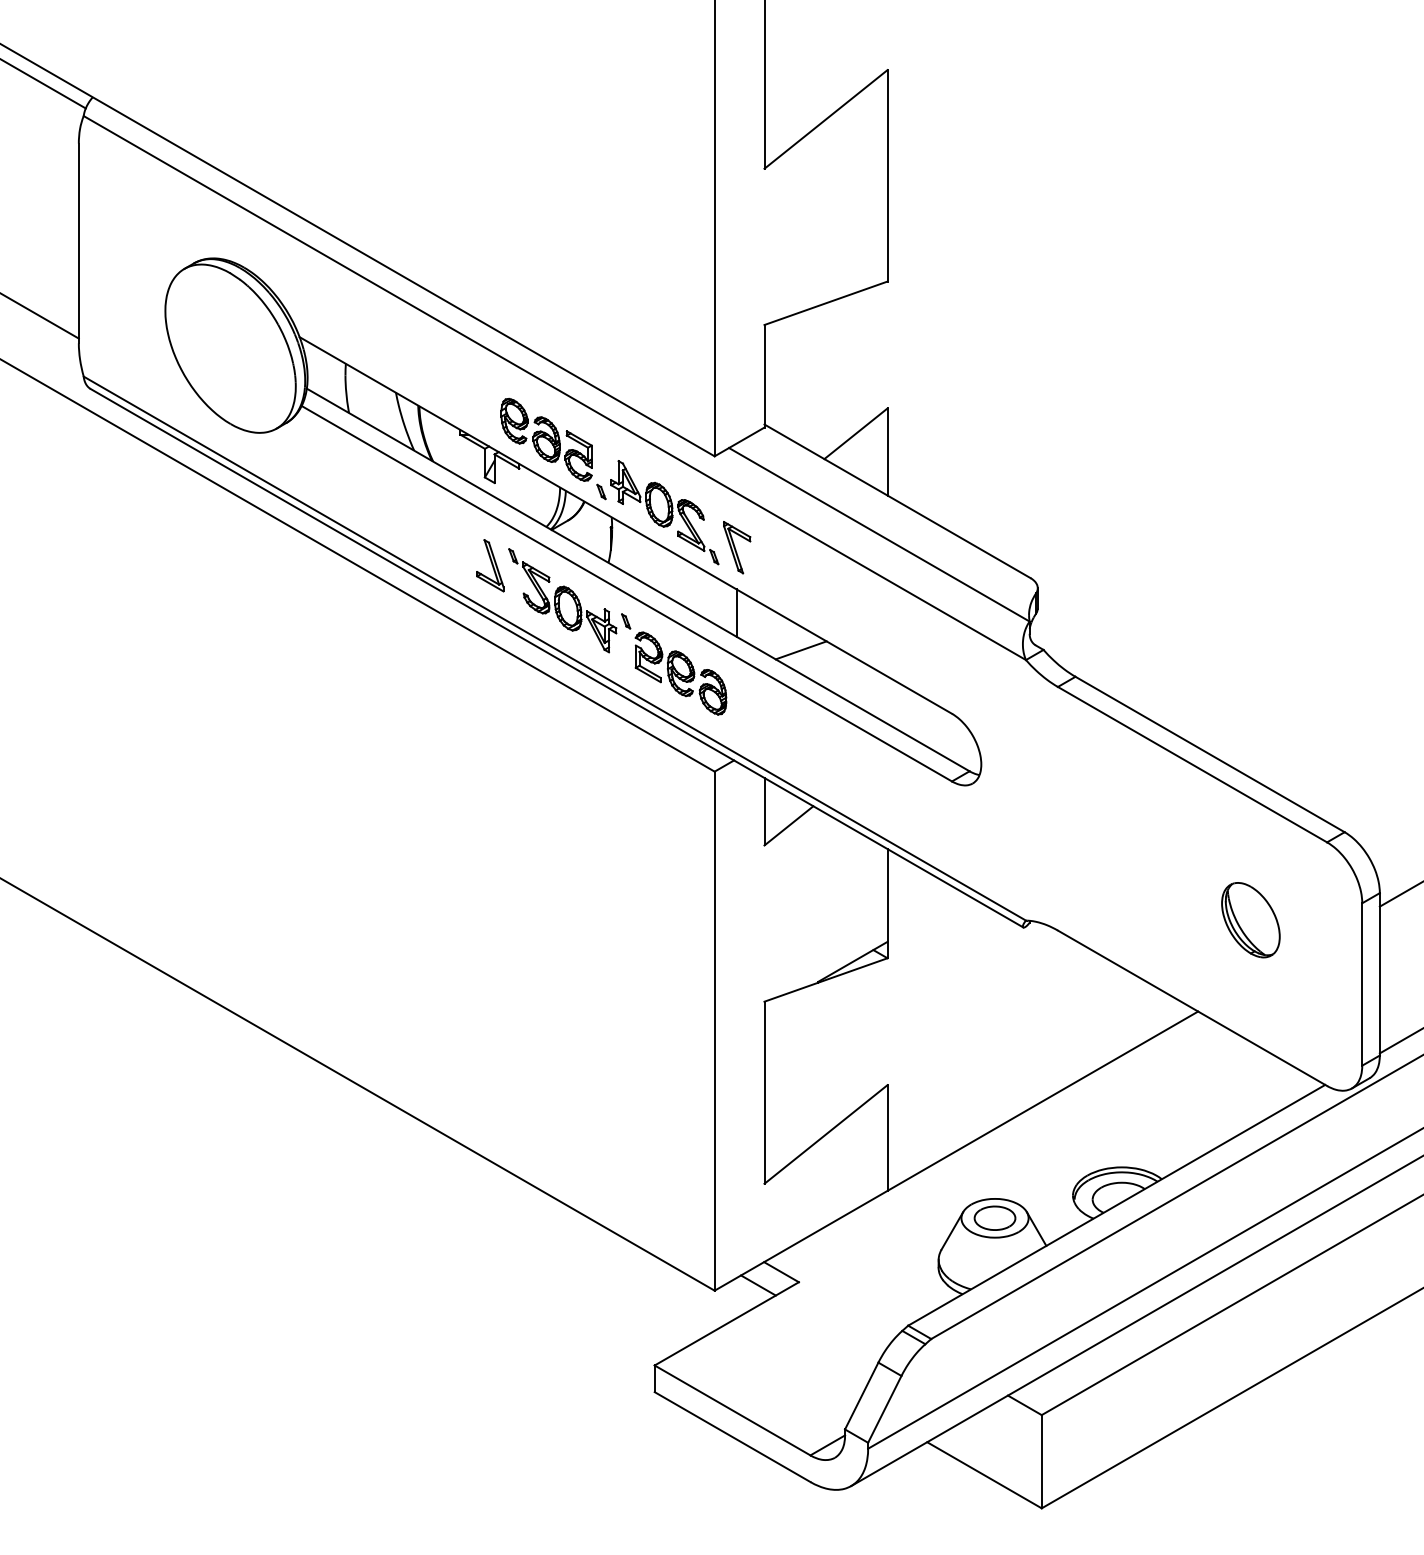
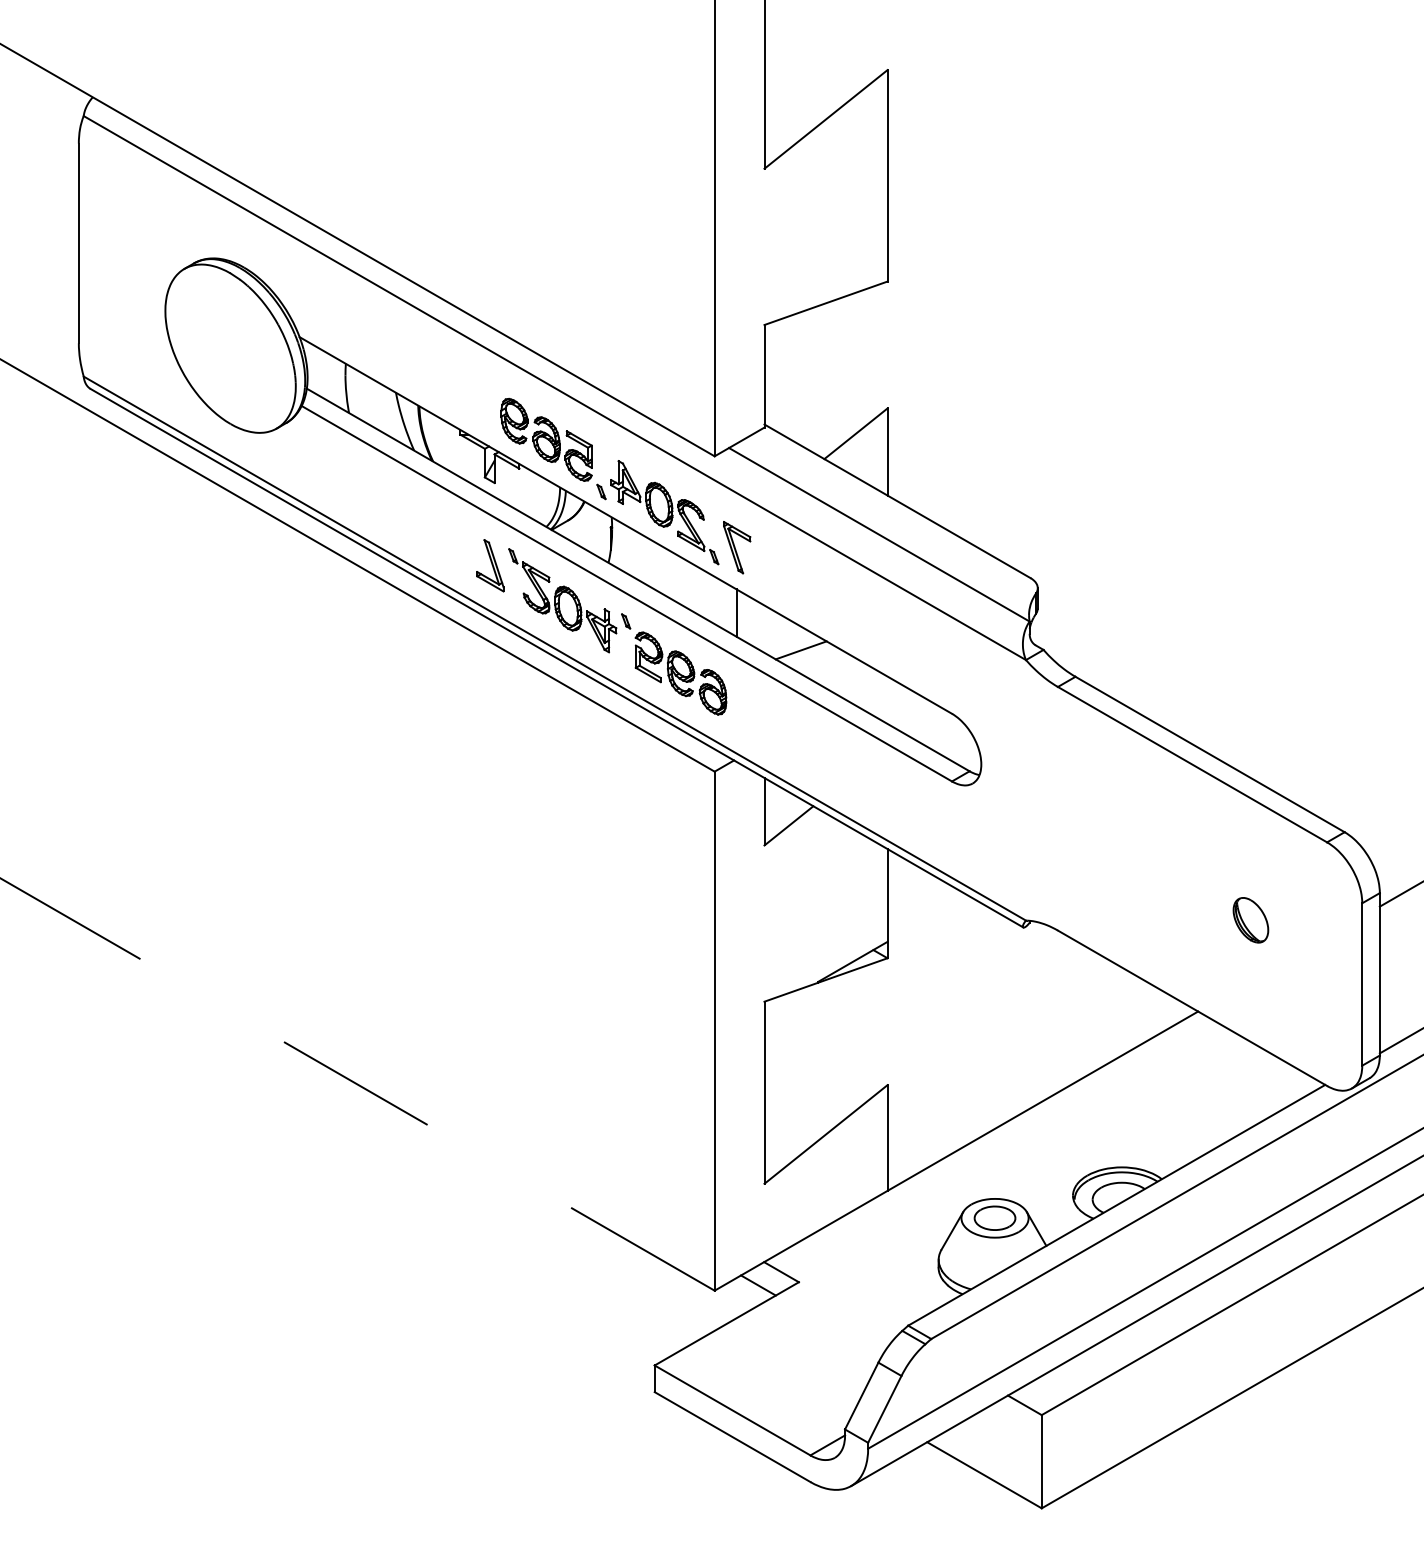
line at (43, 84): present -> none
line at (40, 316): present -> none
part at (1250, 920) size: 60x77 px -> 38x47 px
line at (357, 1084): solid -> dashed
